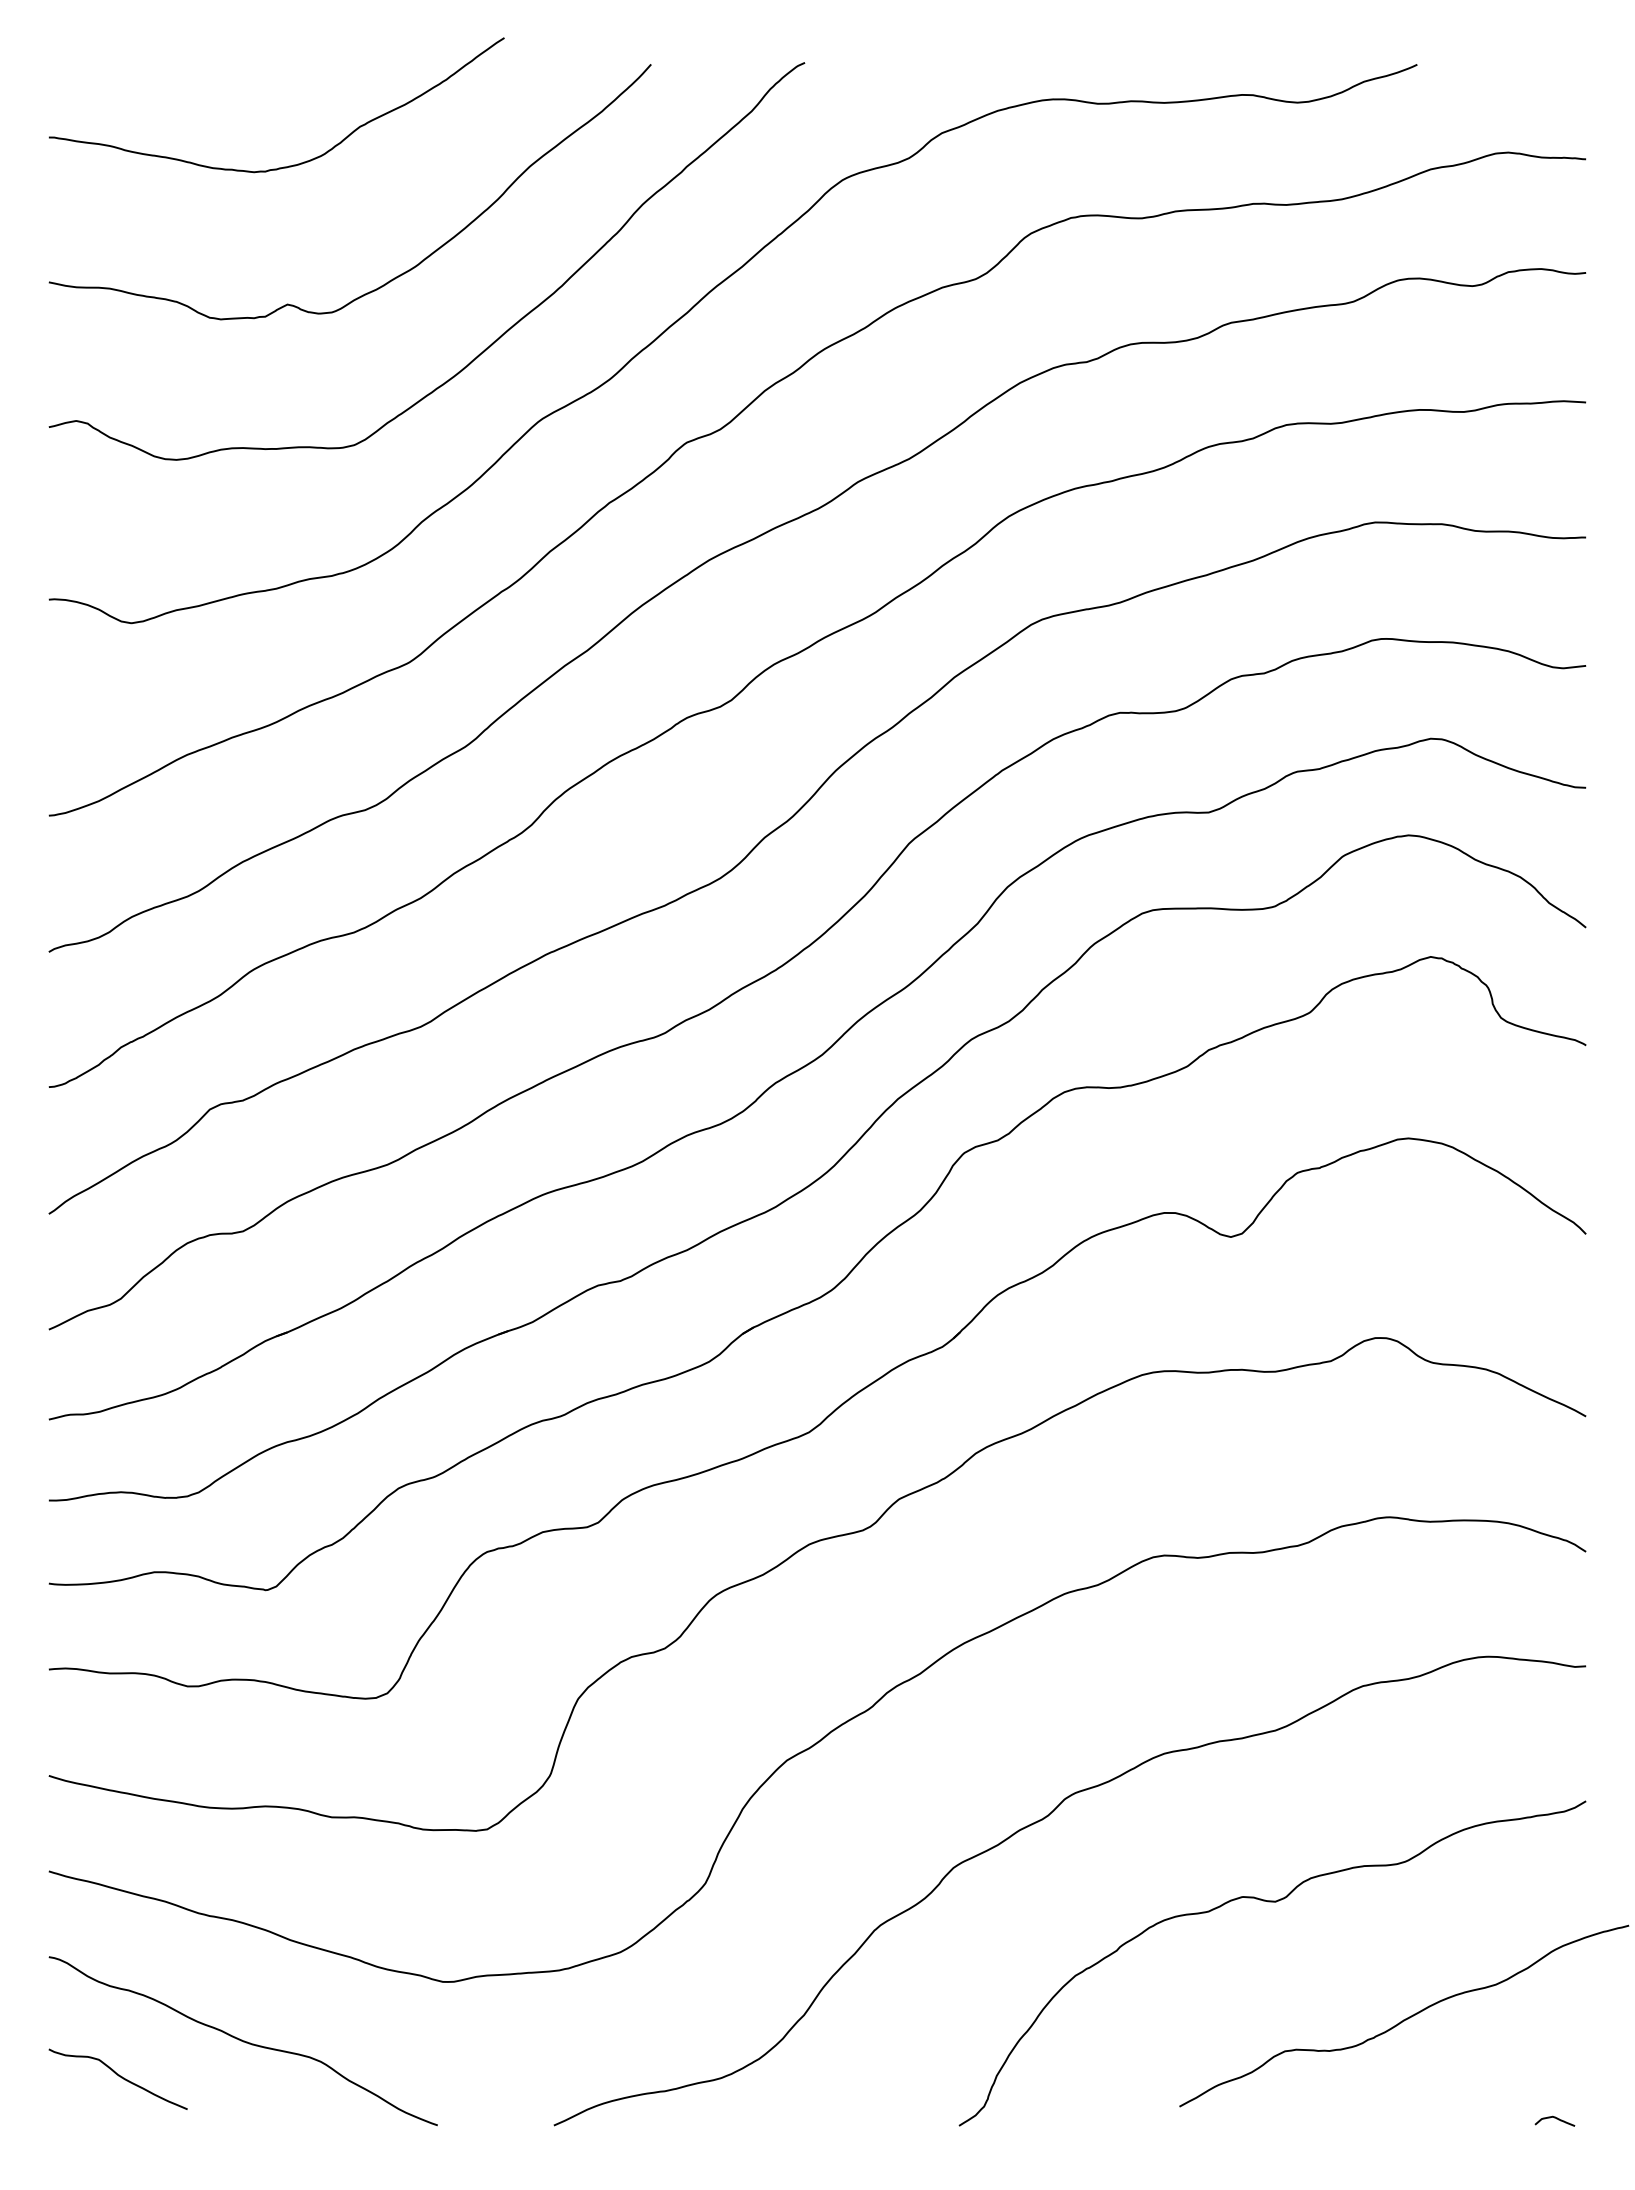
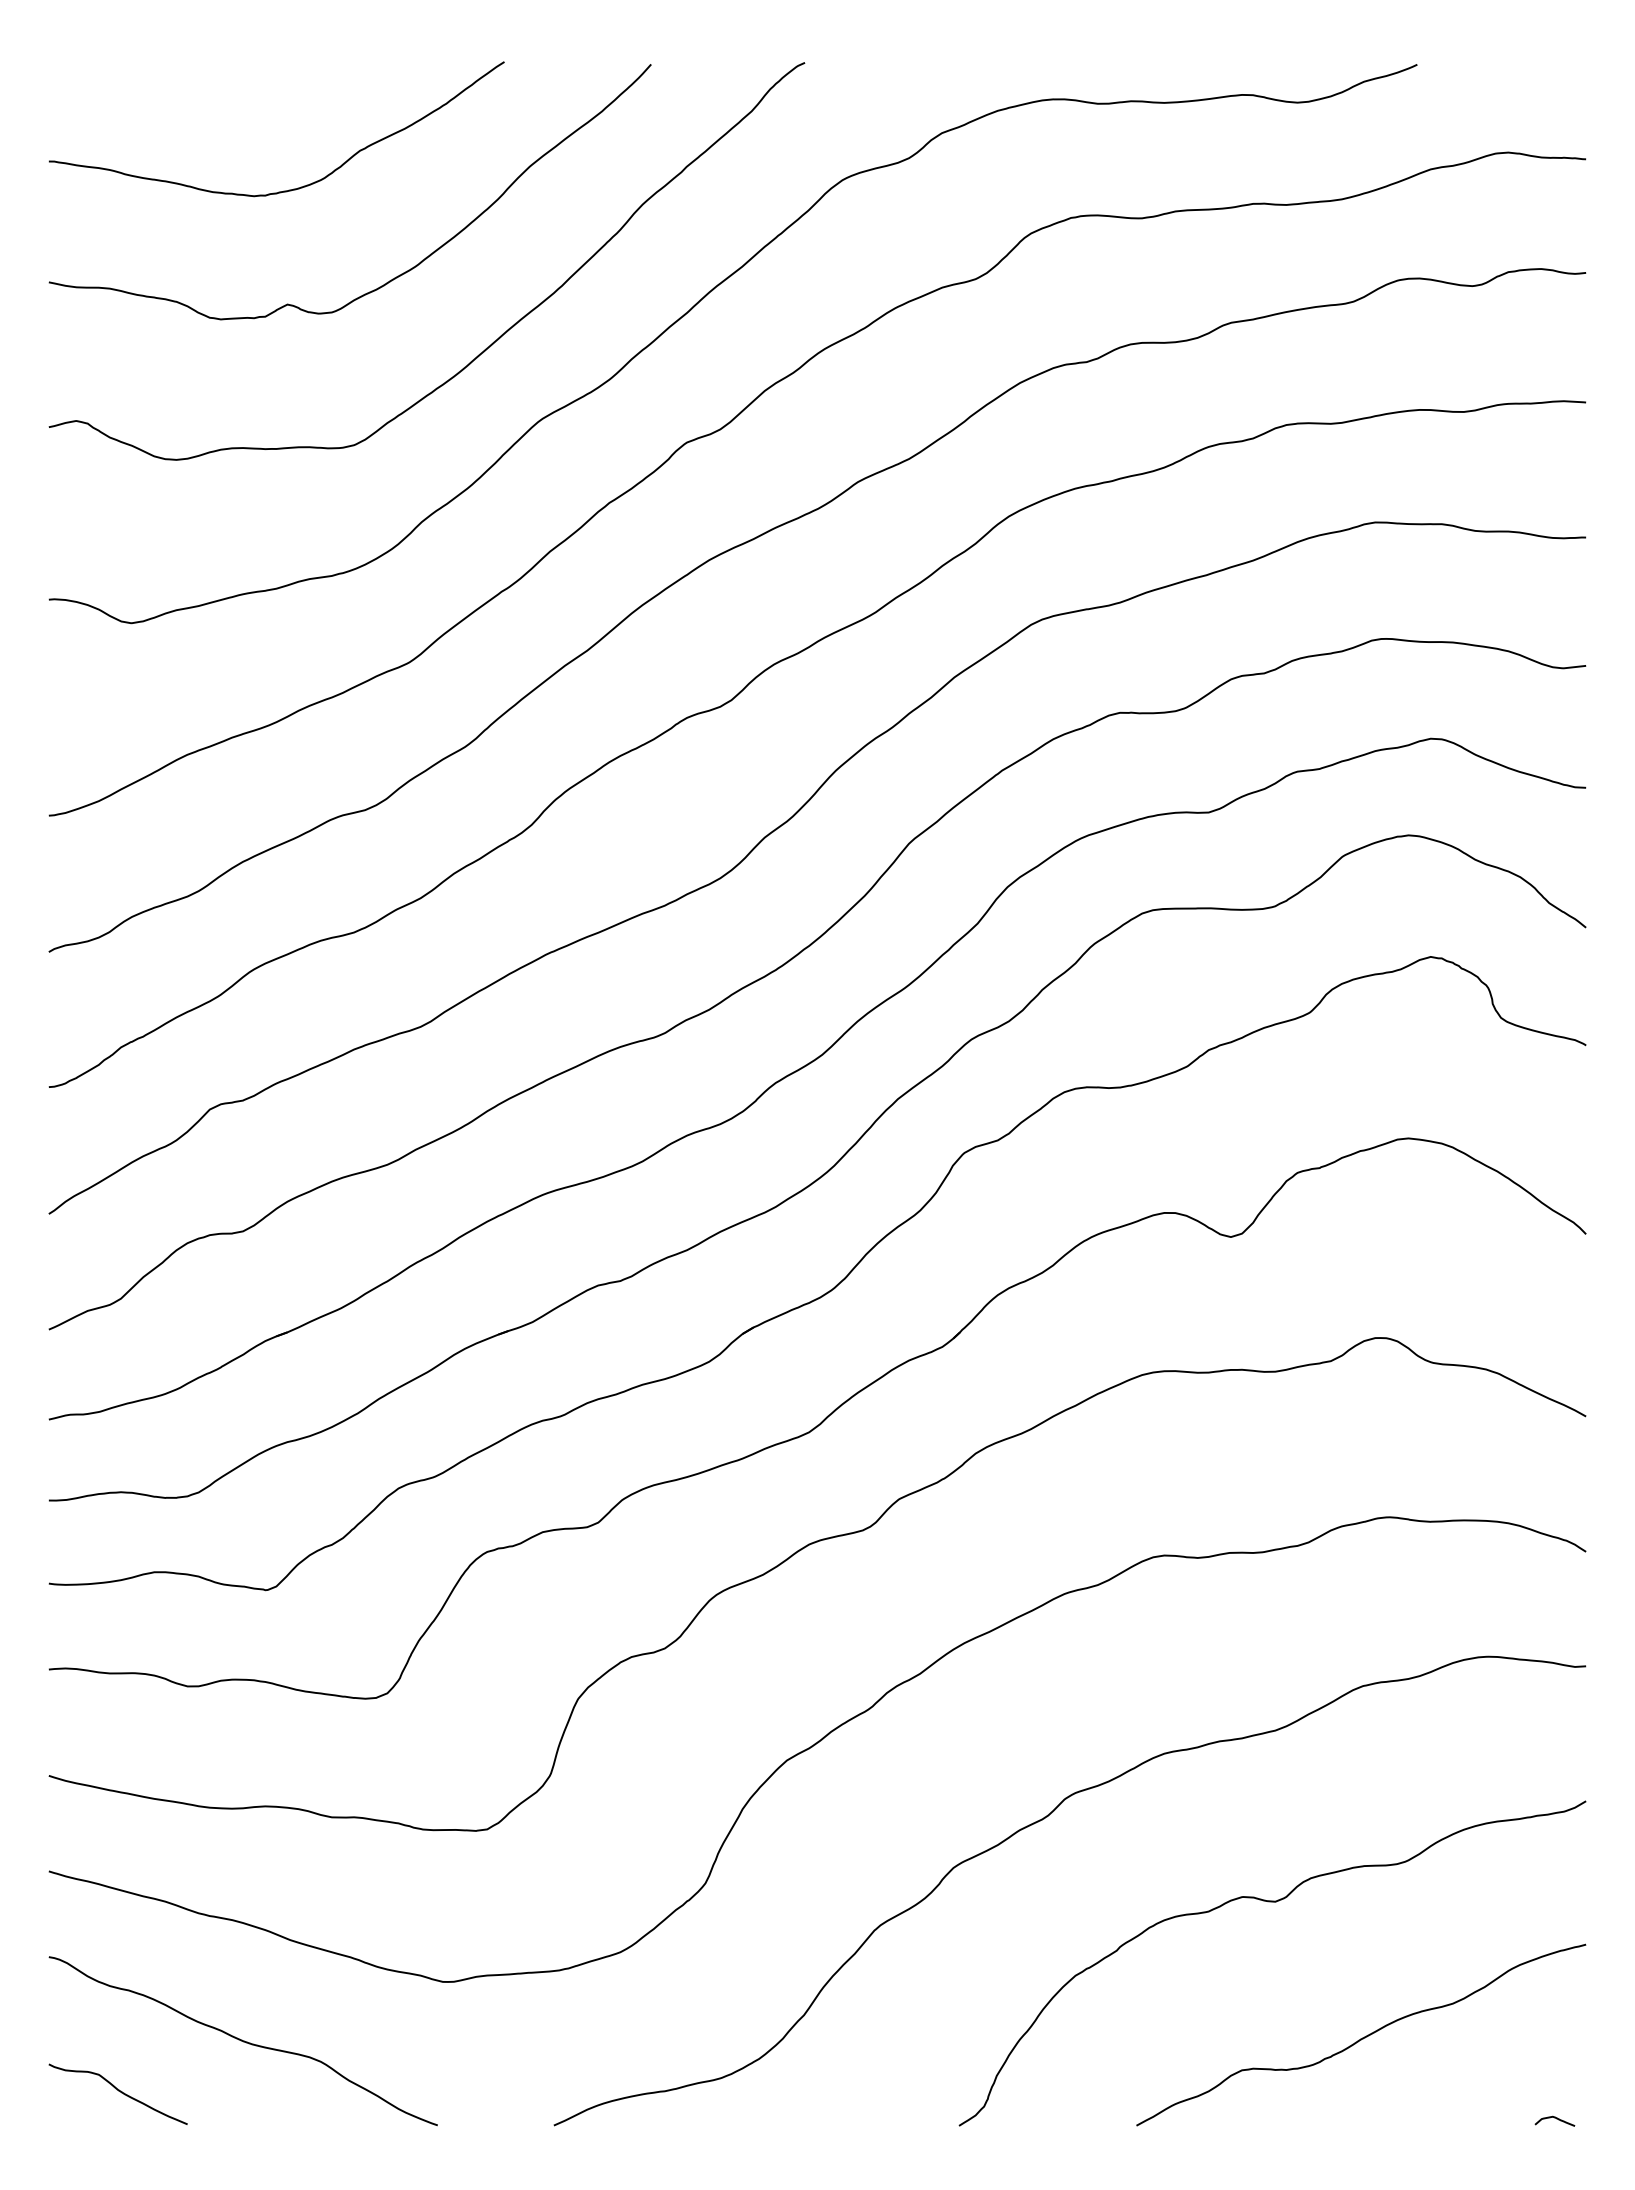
curve at (289, 165) position: (289, 165) -> (289, 189)
curve at (1405, 2018) position: (1405, 2018) -> (1362, 2037)
curve at (118, 2076) position: (118, 2076) -> (118, 2091)
